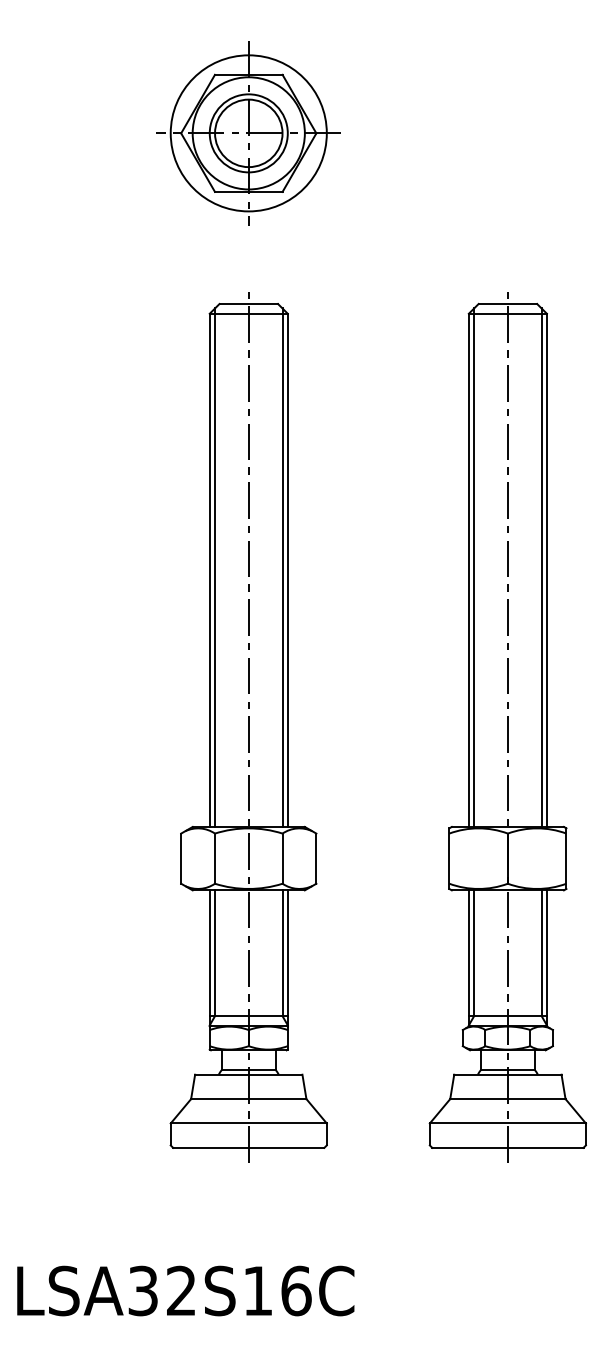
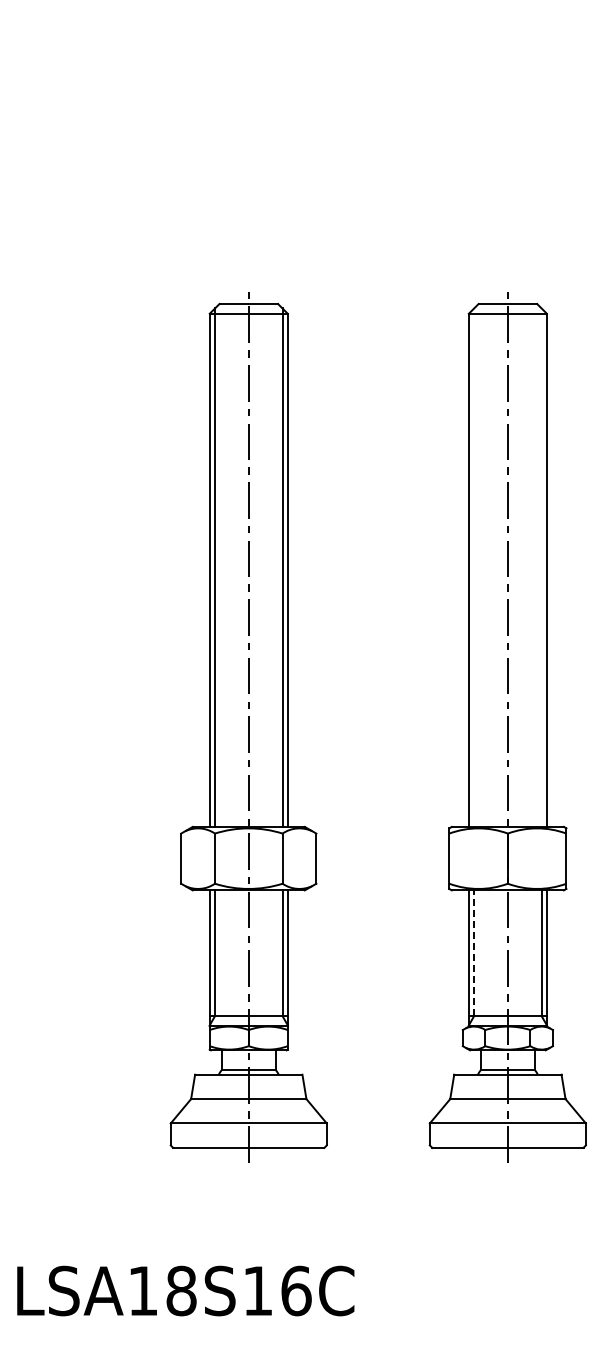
part at (248, 133): present -> none
line at (474, 567): present -> none
line at (541, 567): present -> none
line at (474, 953): solid -> dashed
text at (162, 1290): LSA32S16C -> LSA18S16C
